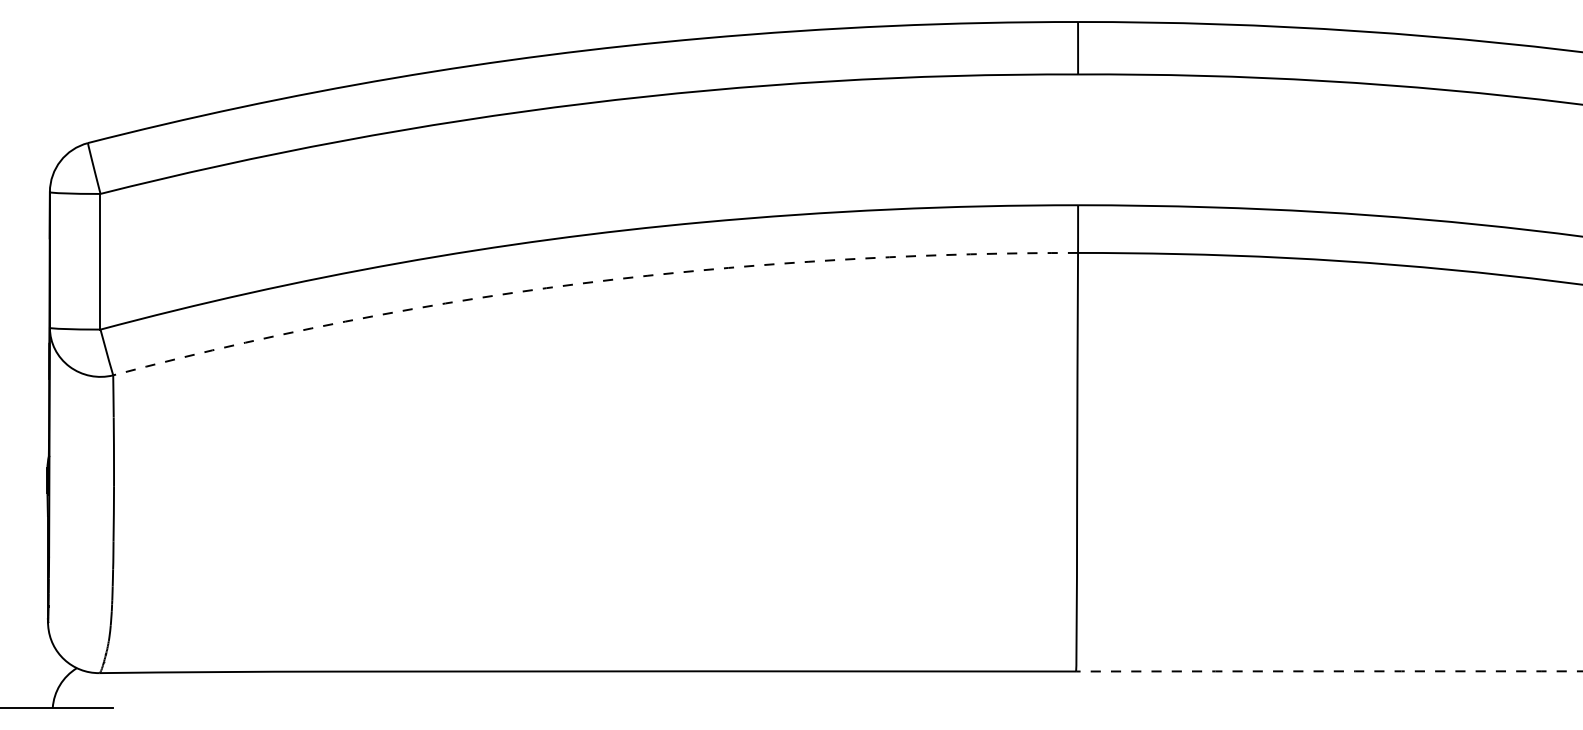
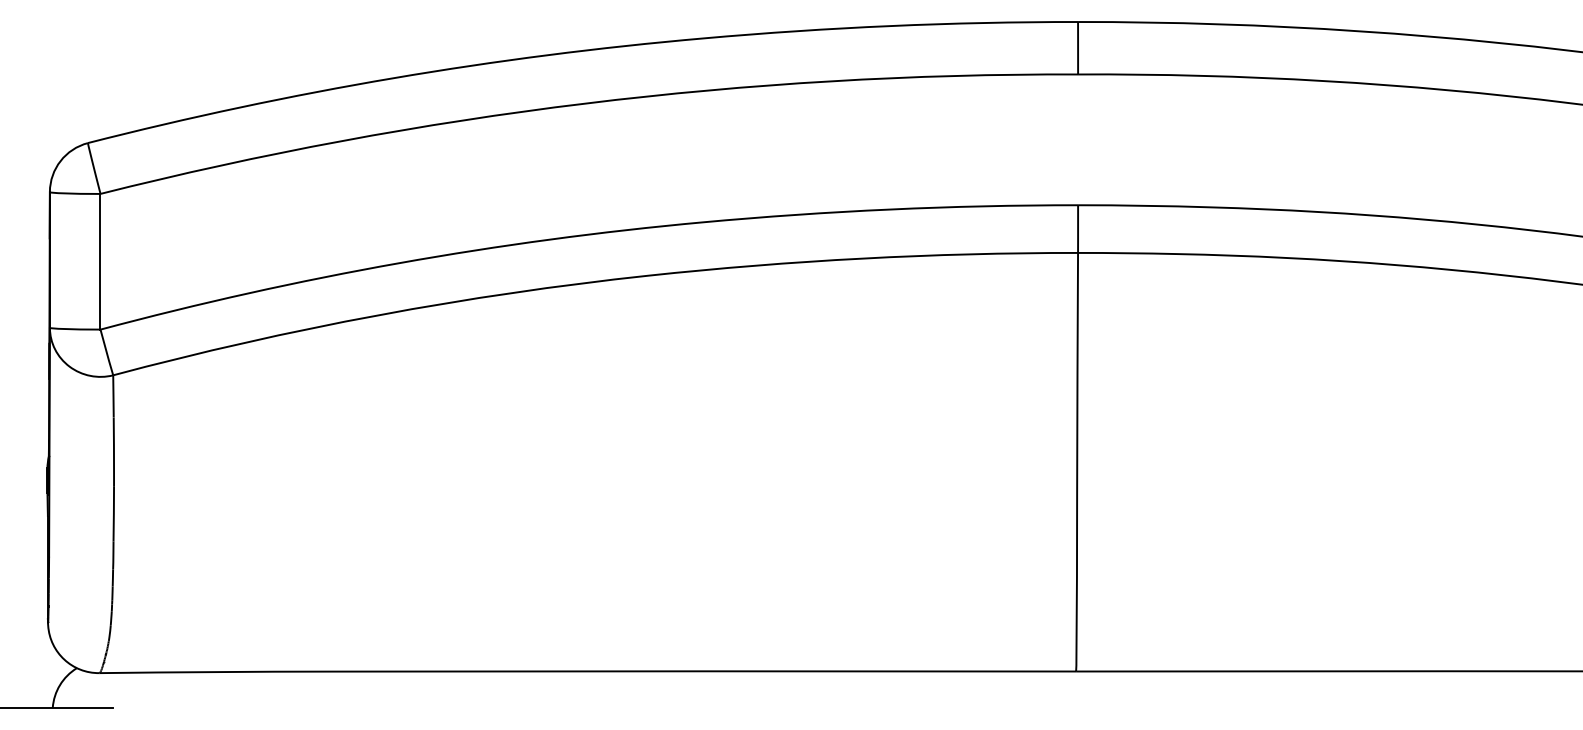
line at (583, 283): dashed -> solid
line at (1329, 671): dashed -> solid
